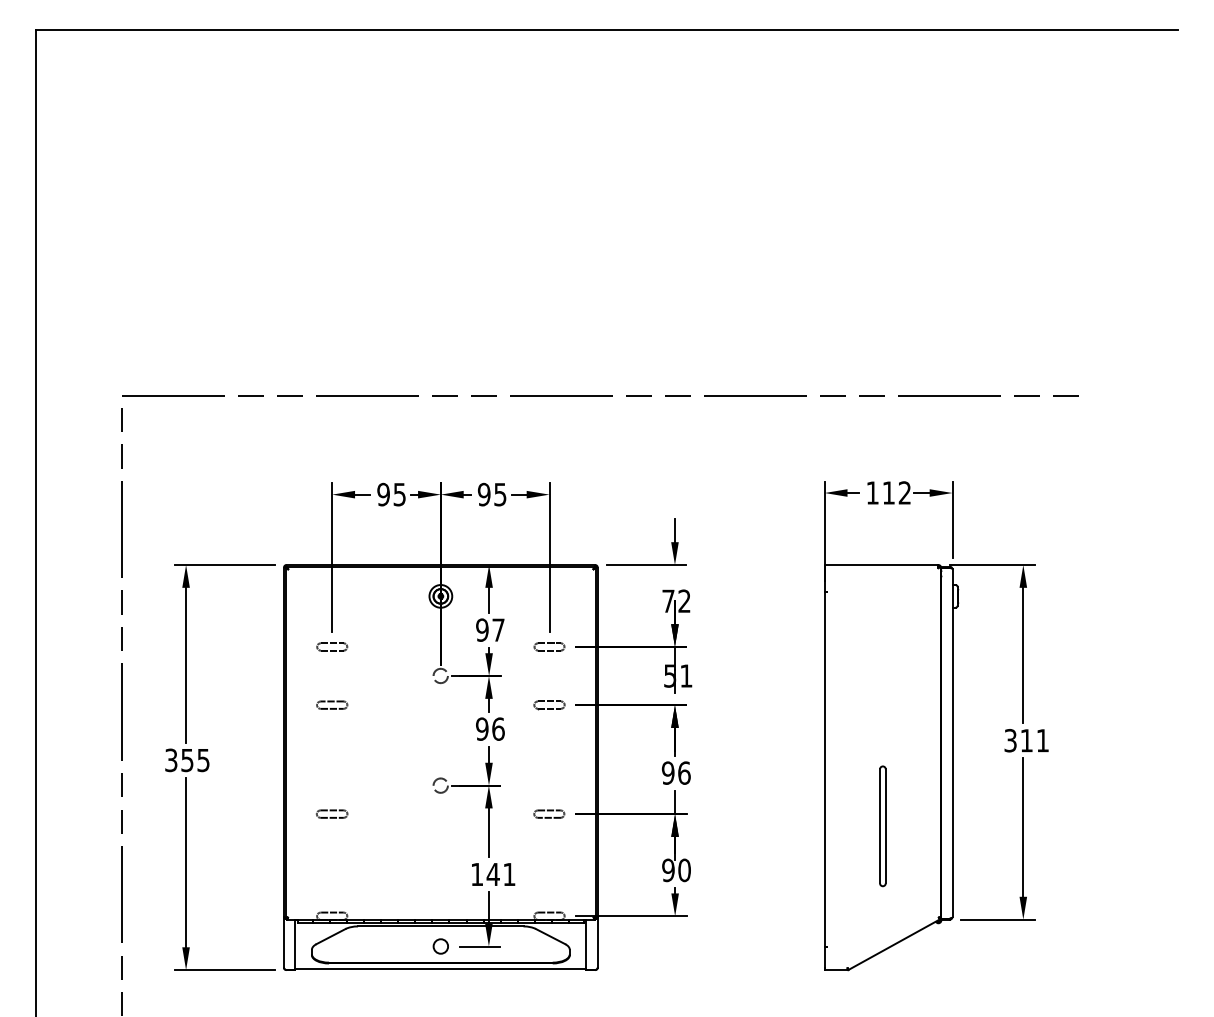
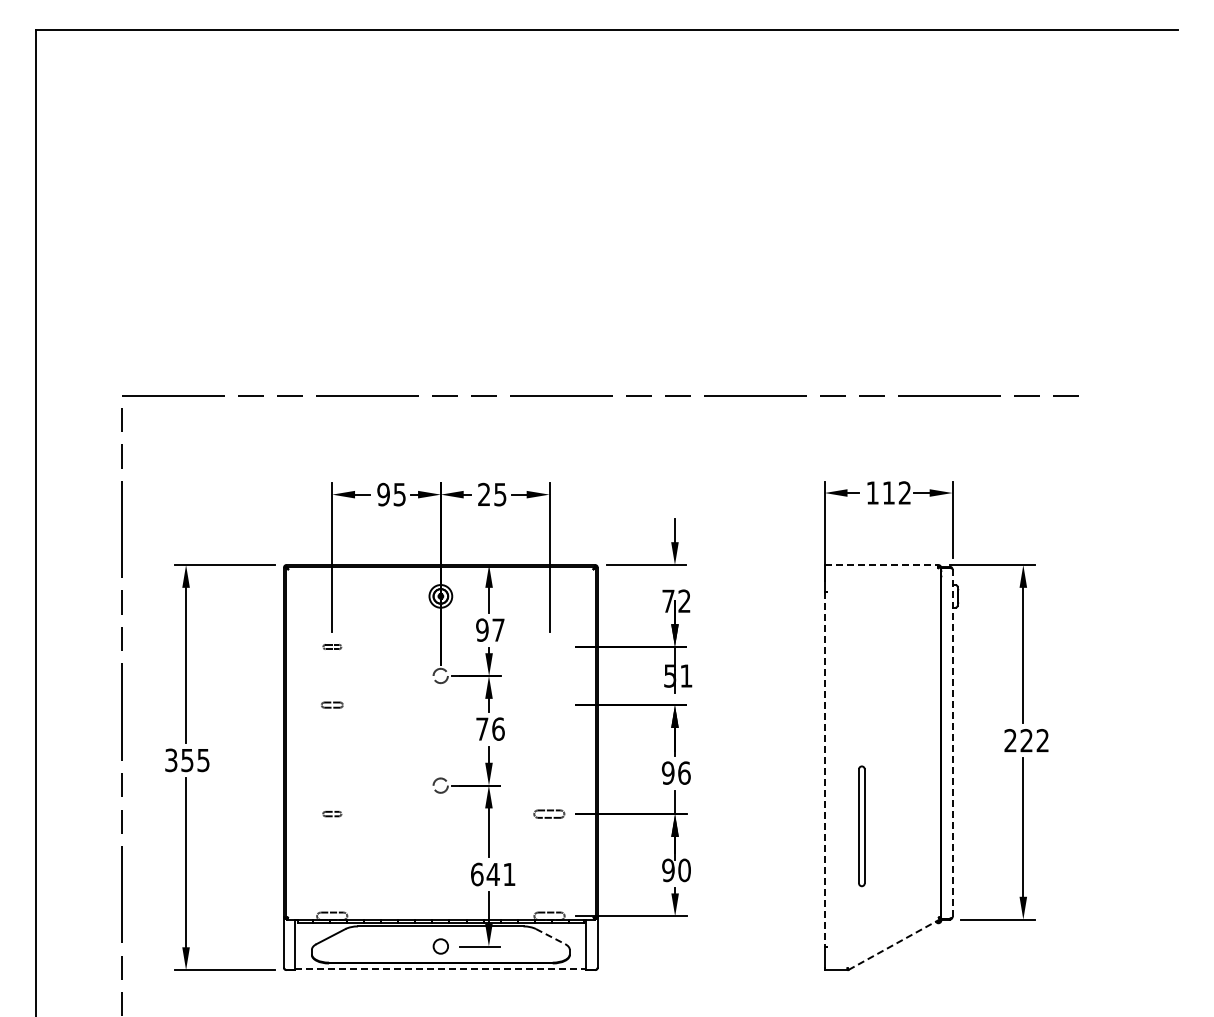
text at (483, 494): 95 -> 25
line at (881, 565): solid -> dashed
part at (332, 646) size: 33x10 px -> 21x6 px
part at (549, 646): present -> none
part at (332, 704) size: 33x10 px -> 23x8 px
part at (549, 705): present -> none
text at (482, 728): 96 -> 76
text at (1026, 740): 311 -> 222
line at (952, 743): solid -> dashed
line at (824, 769): solid -> dashed
part at (332, 813) size: 33x10 px -> 21x8 px
part at (882, 826) position: (882, 826) -> (861, 826)
text at (477, 874): 141 -> 641
line at (551, 936): solid -> dashed
line at (894, 944): solid -> dashed
line at (441, 968): solid -> dashed
